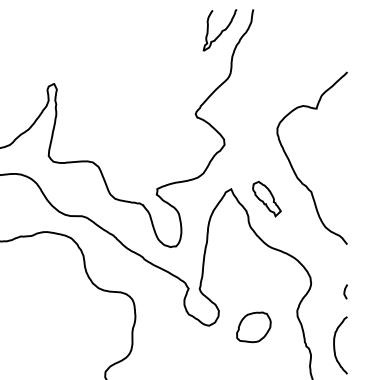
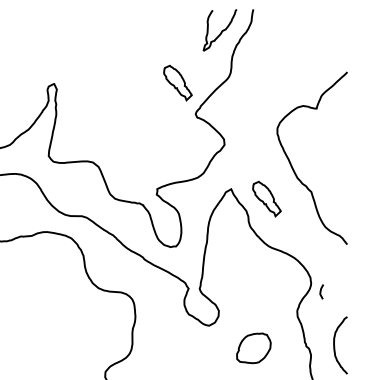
part at (177, 82): none -> present
line at (345, 291) position: (345, 291) -> (321, 291)
part at (253, 327) position: (253, 327) -> (253, 348)
